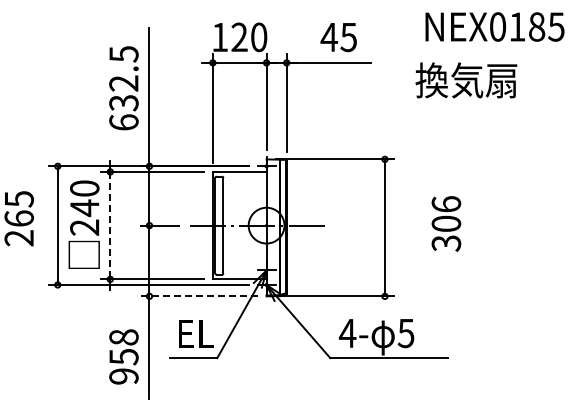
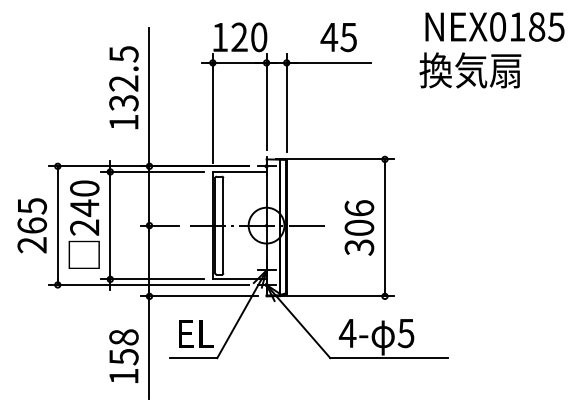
text at (466, 80) position: (466, 80) -> (470, 70)
text at (123, 122): 632.5 -> 132.5
text at (18, 218) position: (18, 218) -> (31, 225)
text at (446, 223) position: (446, 223) -> (359, 227)
line at (110, 225): dashed -> solid
line at (199, 296): dashed -> solid
text at (123, 376): 958 -> 158
